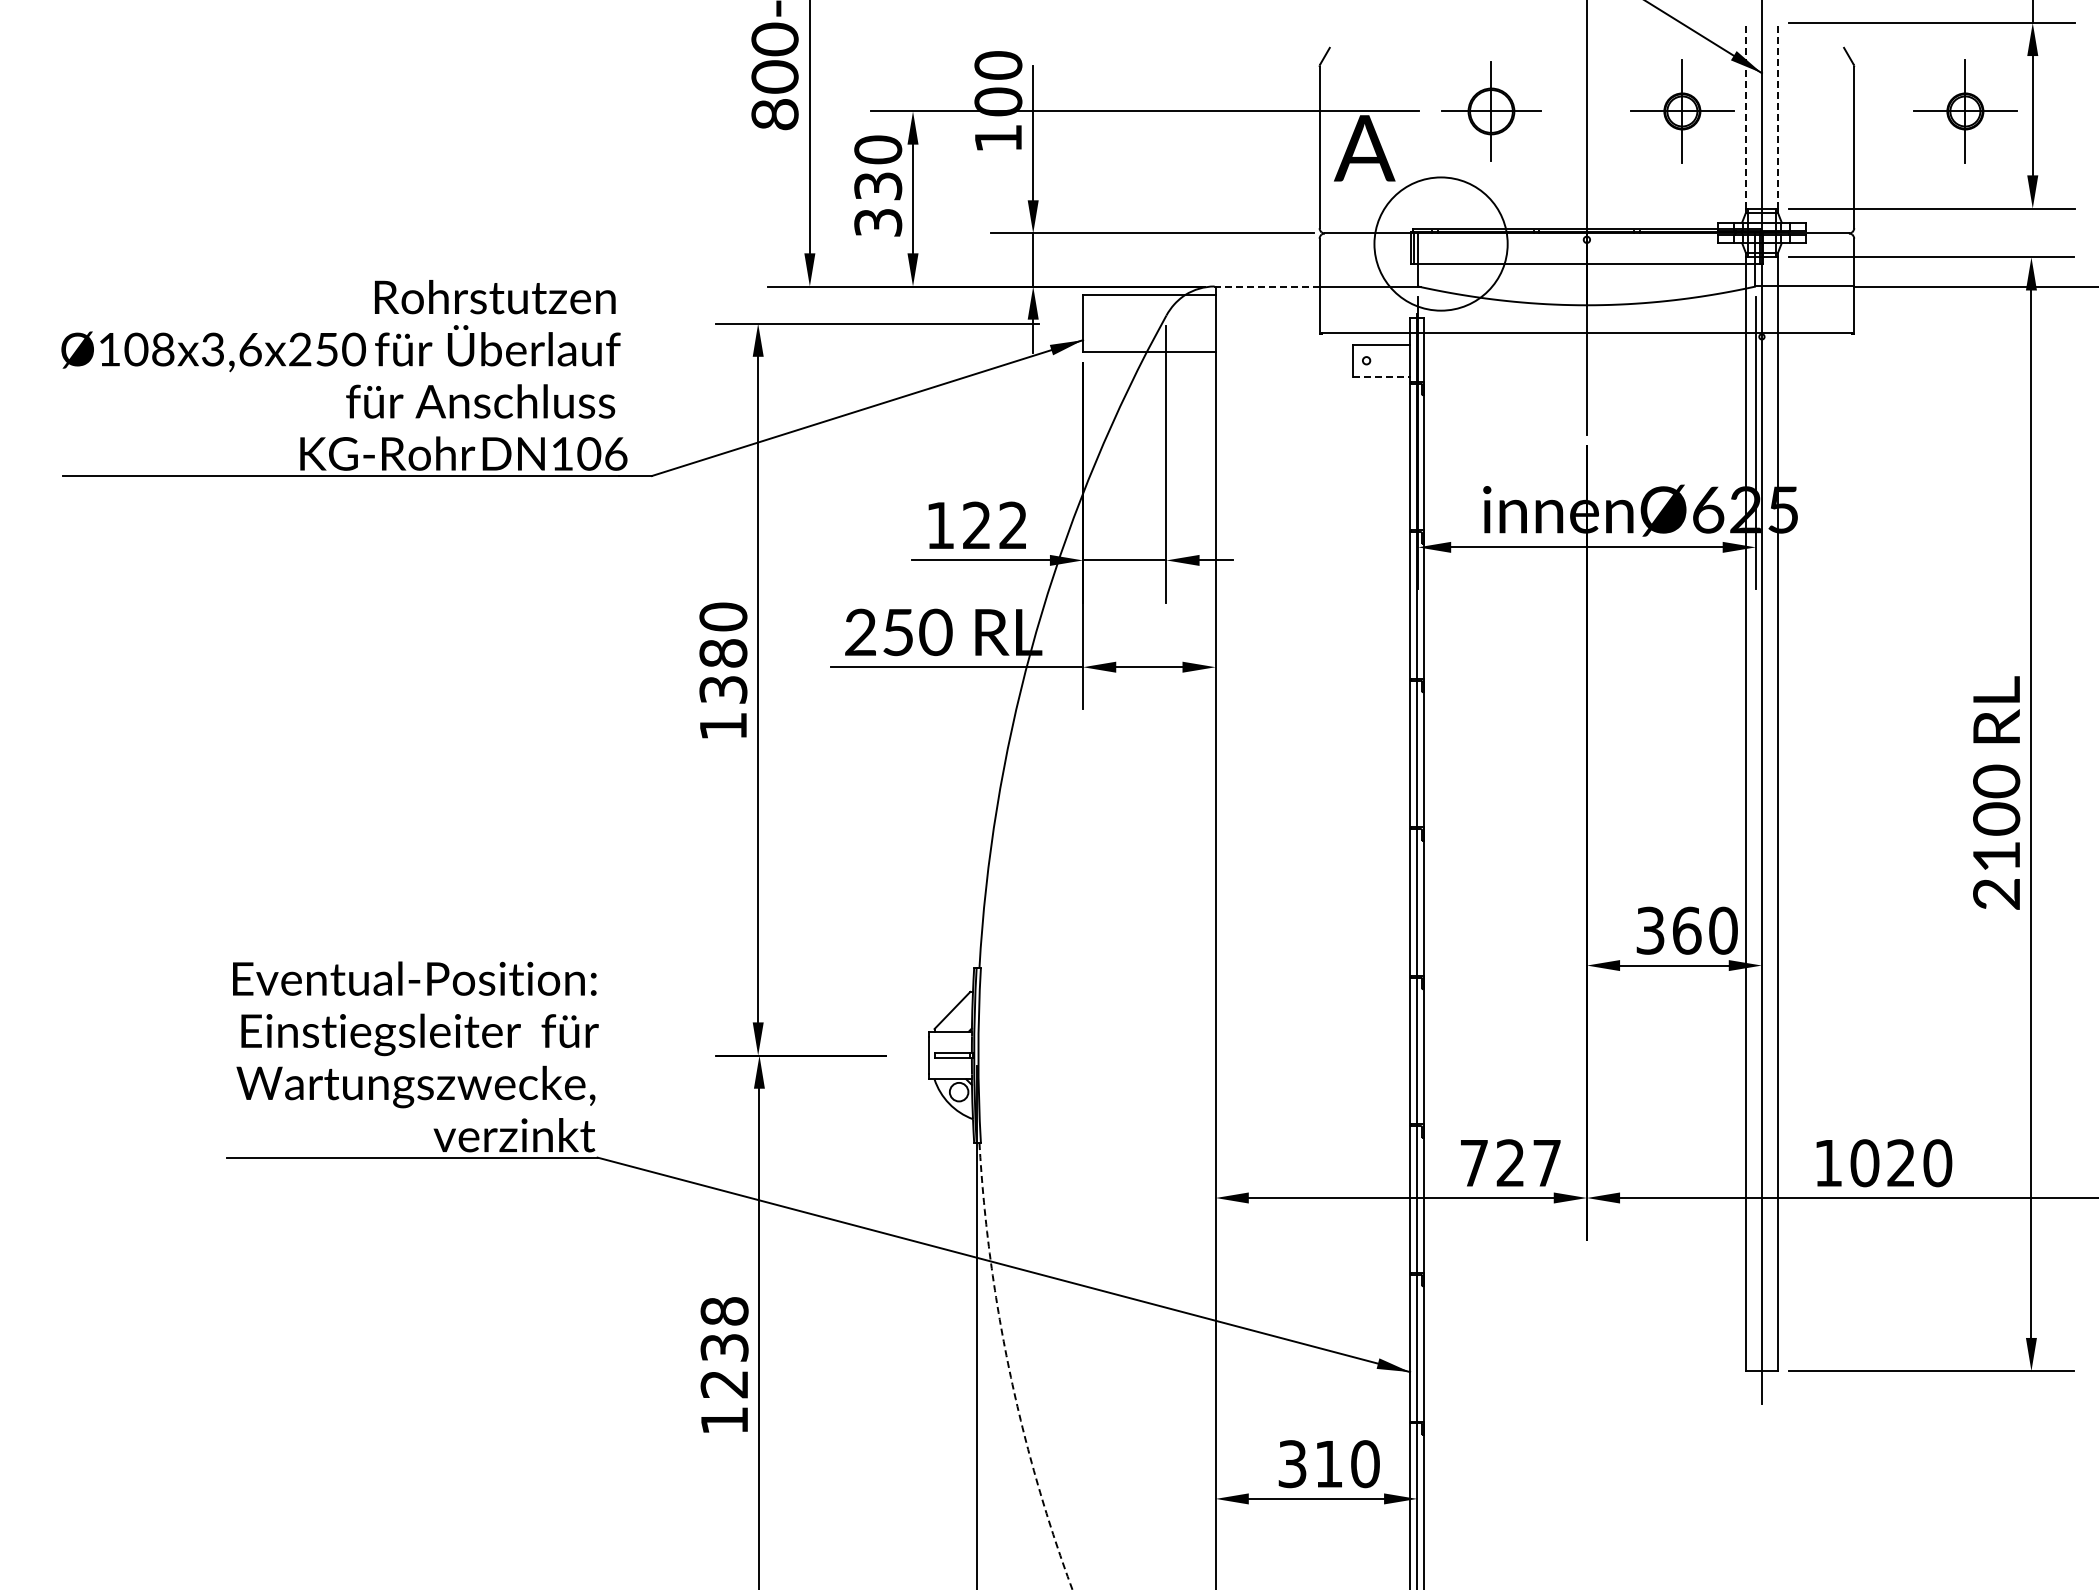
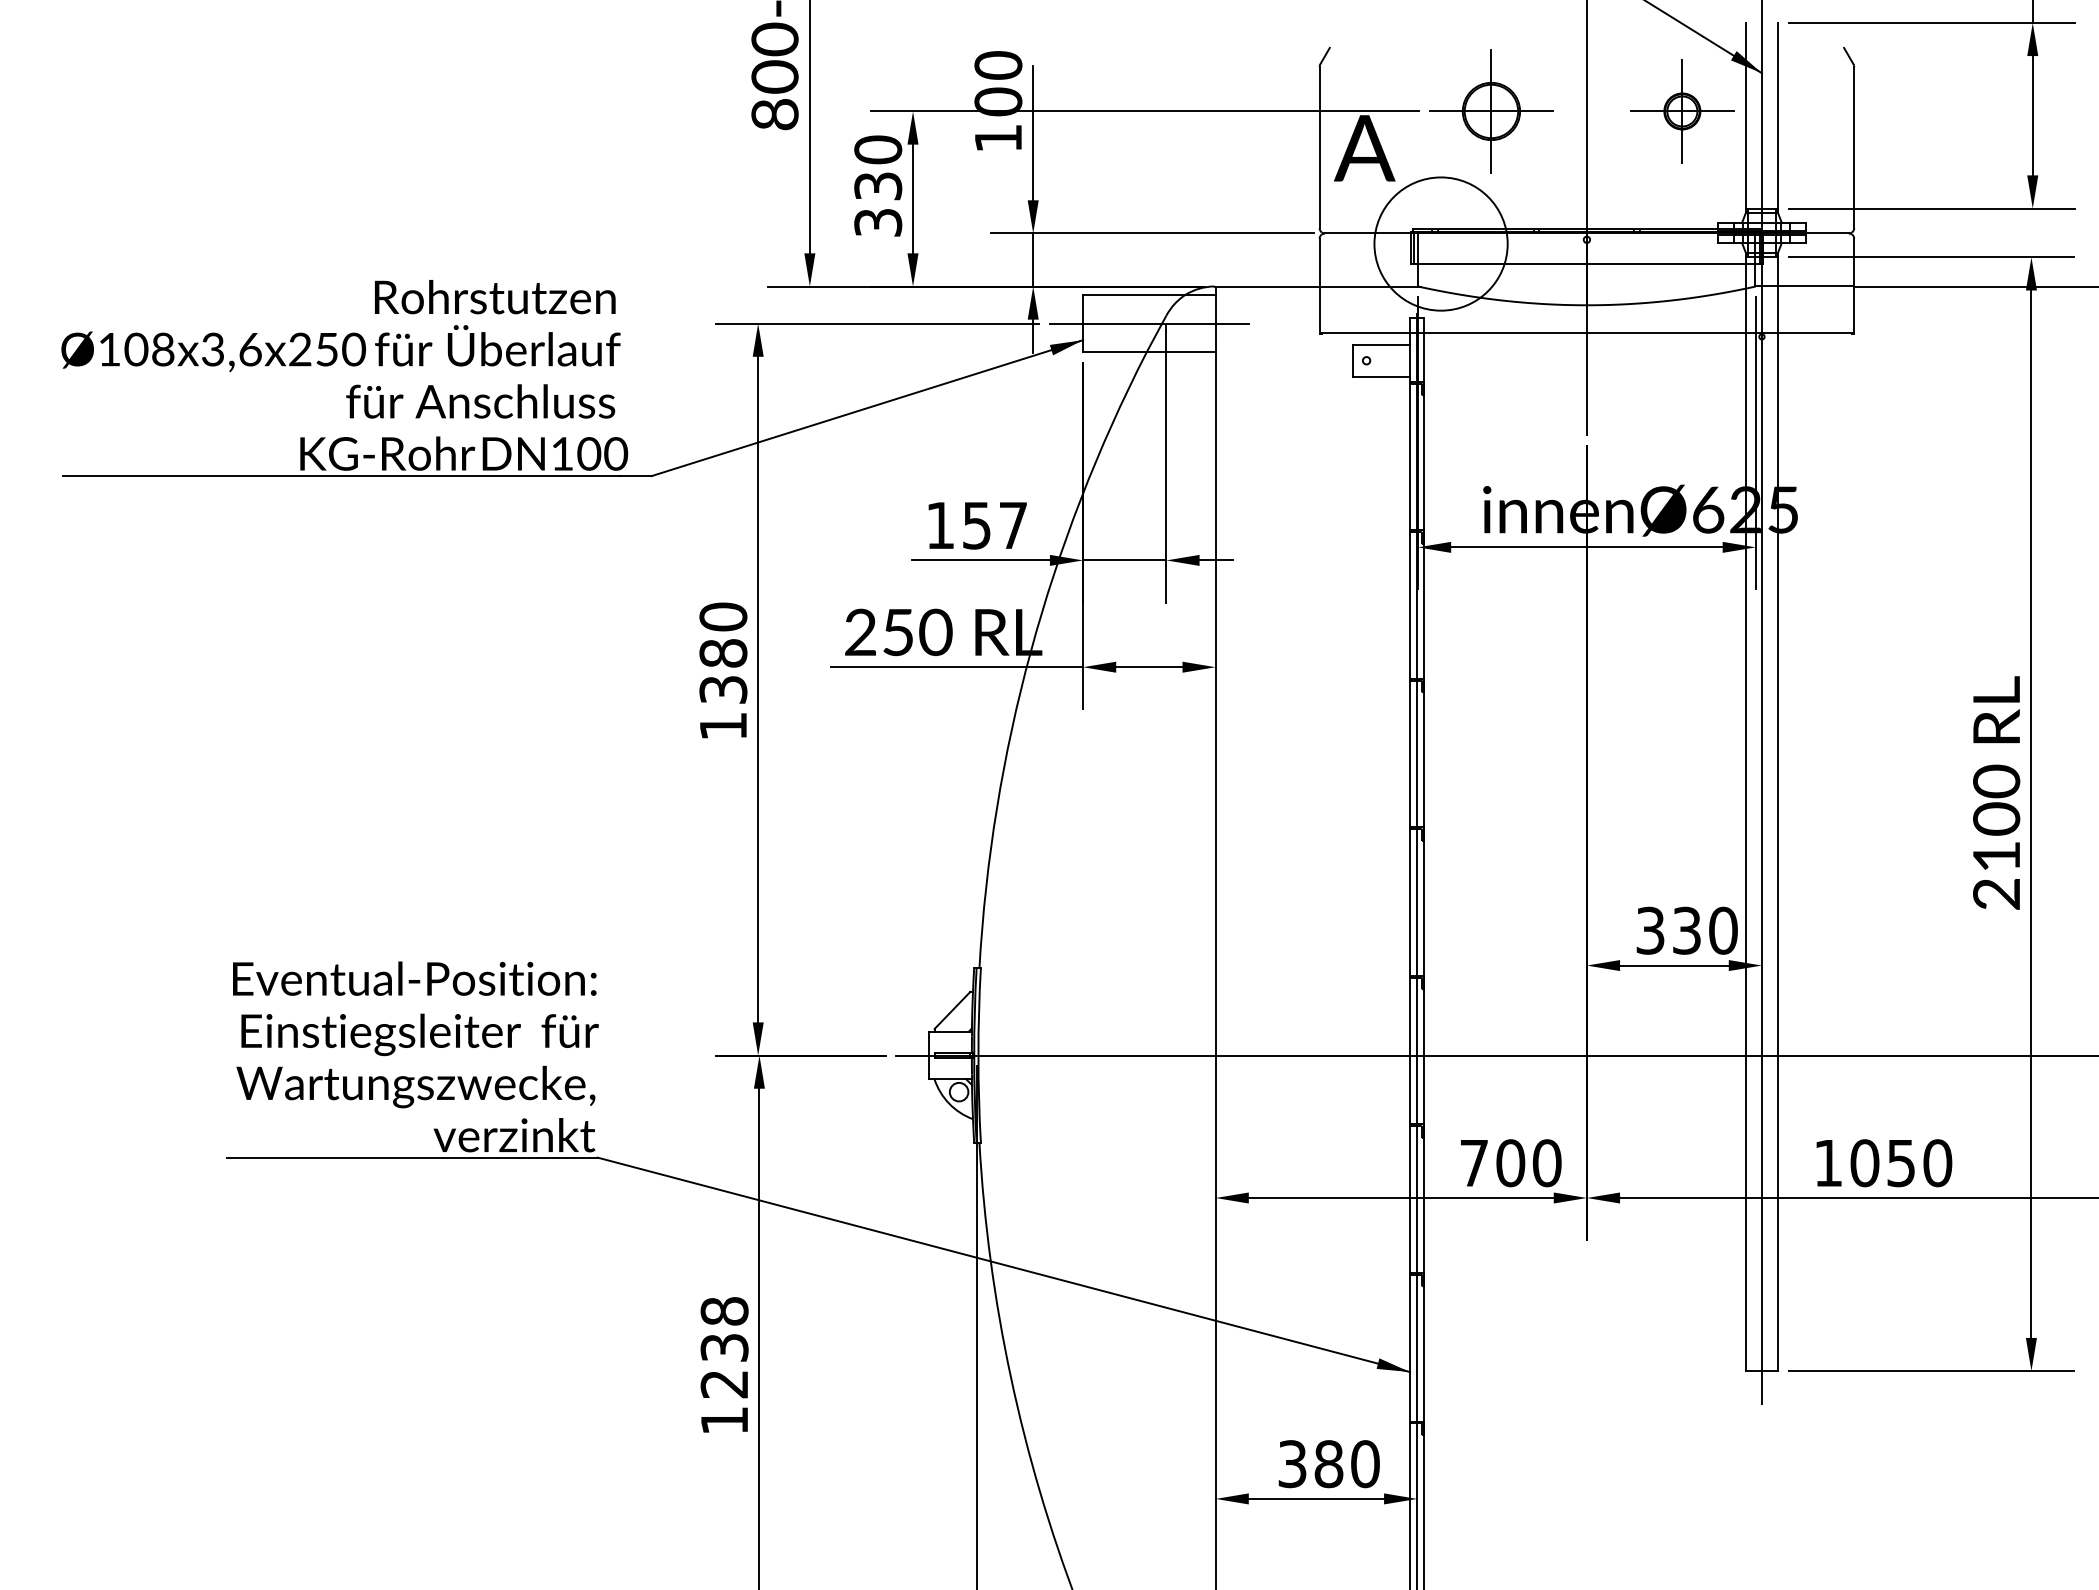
part at (1491, 111) size: 101x101 px -> 125x125 px
part at (1965, 111): present -> none
line at (1745, 115): dashed -> solid
line at (1777, 115): dashed -> solid
line at (1267, 286): dashed -> solid
line at (1148, 323): none -> present
line at (1382, 376): dashed -> solid
text at (616, 453): DN106 -> DN100
text at (994, 525): 122 -> 157
text at (1687, 930): 360 -> 330
line at (1495, 1055): none -> present
text at (1528, 1163): 727 -> 700
text at (1900, 1163): 1020 -> 1050
arc at (1009, 1370): dashed -> solid
text at (1328, 1464): 310 -> 380
